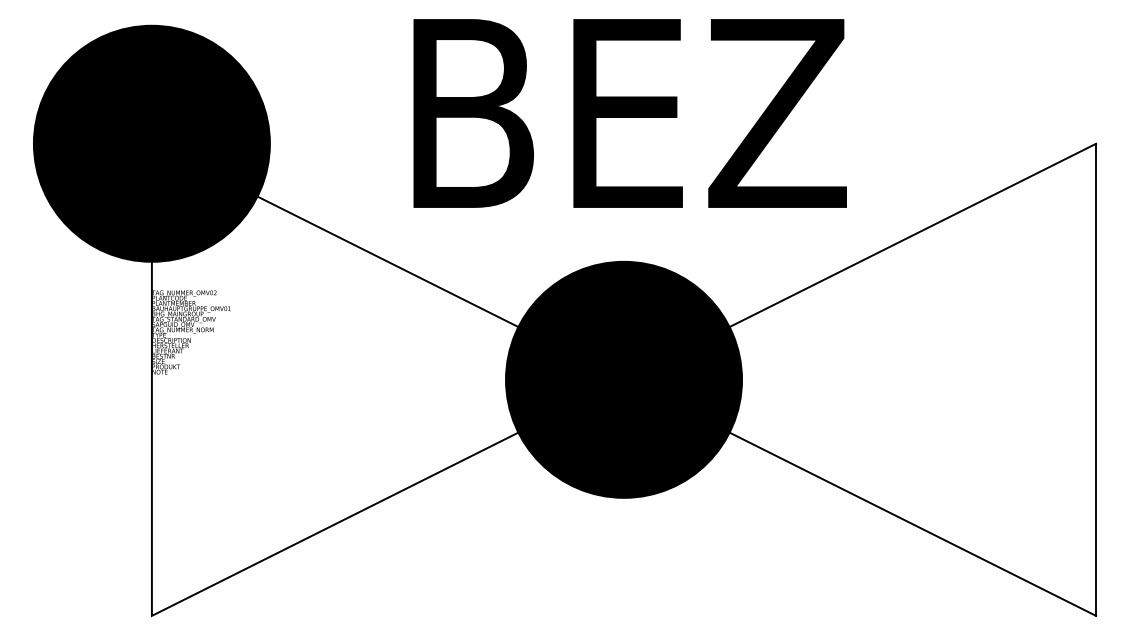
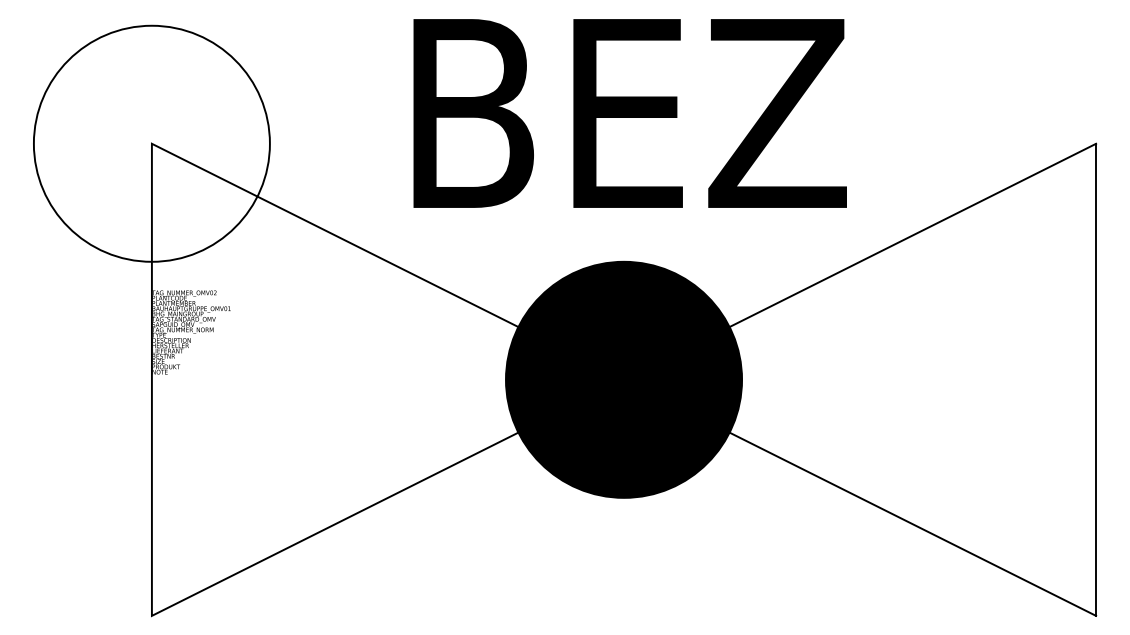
fill at (151, 143): present -> none
